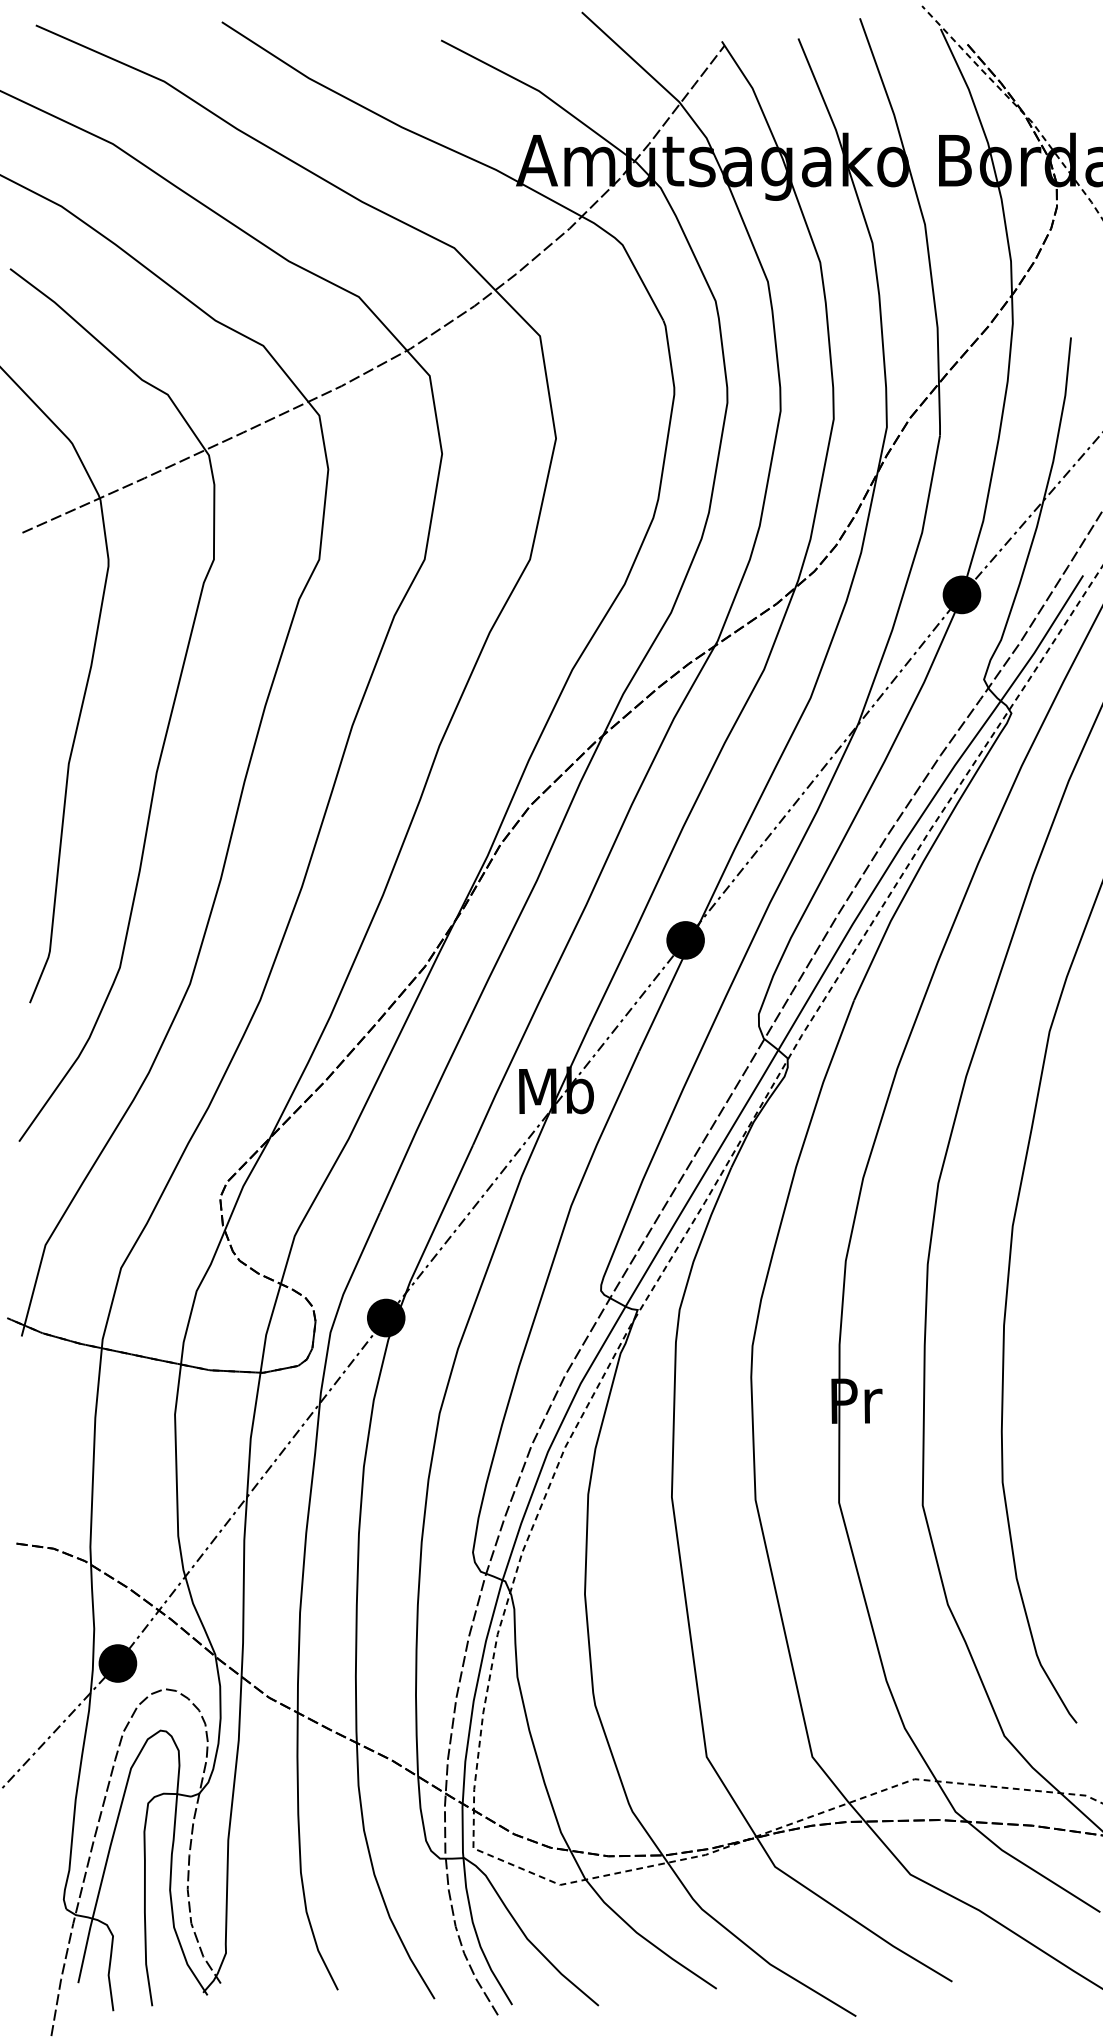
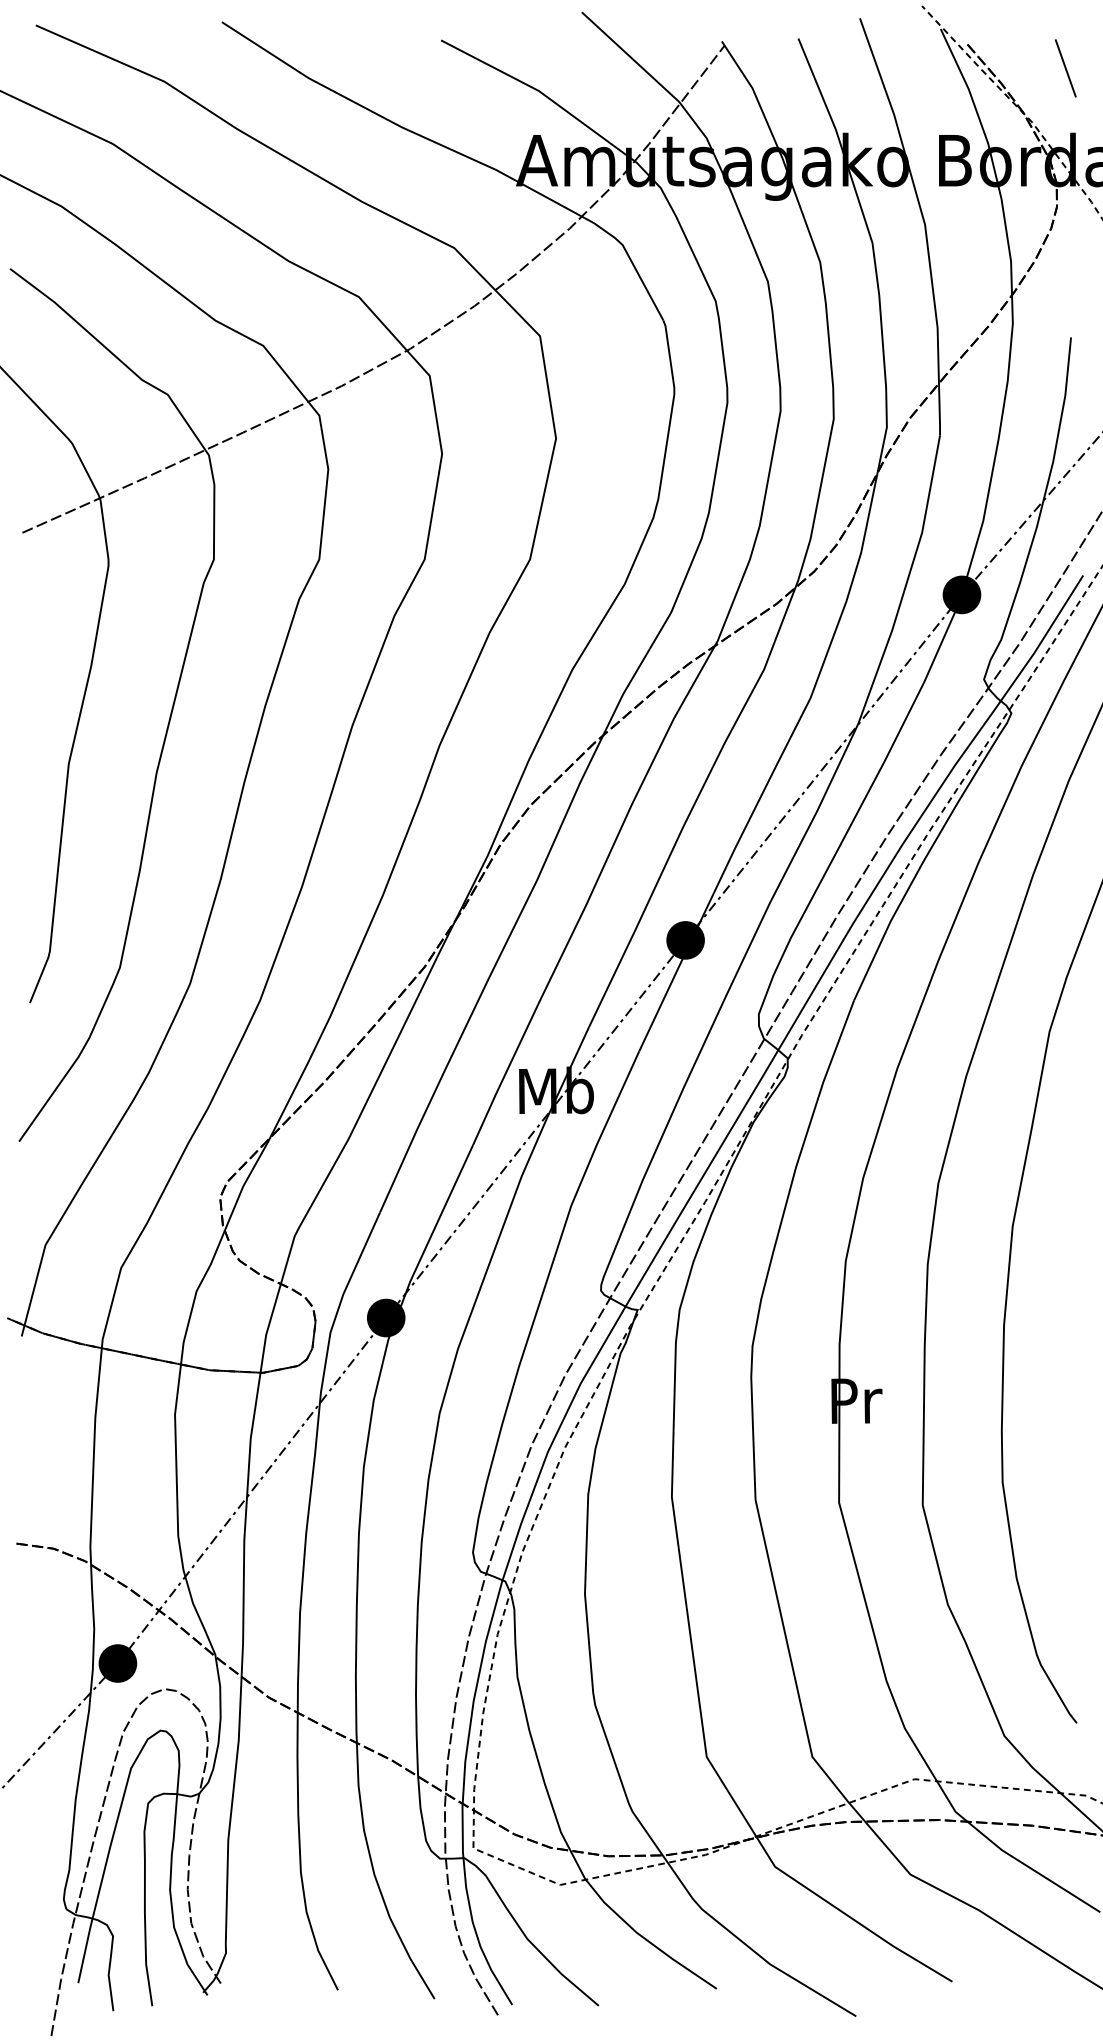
line at (1065, 68): none -> present
